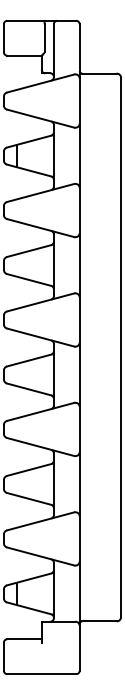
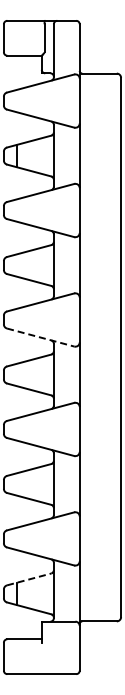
line at (40, 337): solid -> dashed
line at (29, 579): solid -> dashed
